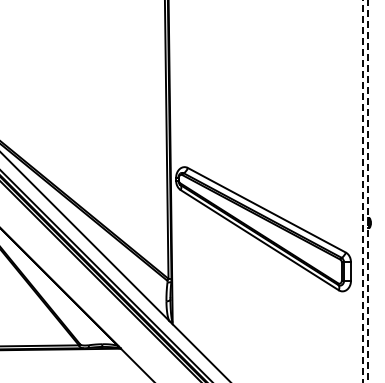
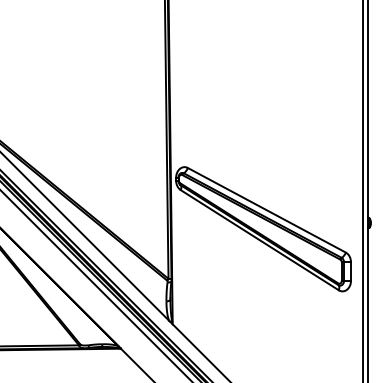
line at (362, 191): dashed -> solid
line at (368, 191): dashed -> solid
line at (95, 285): none -> present
